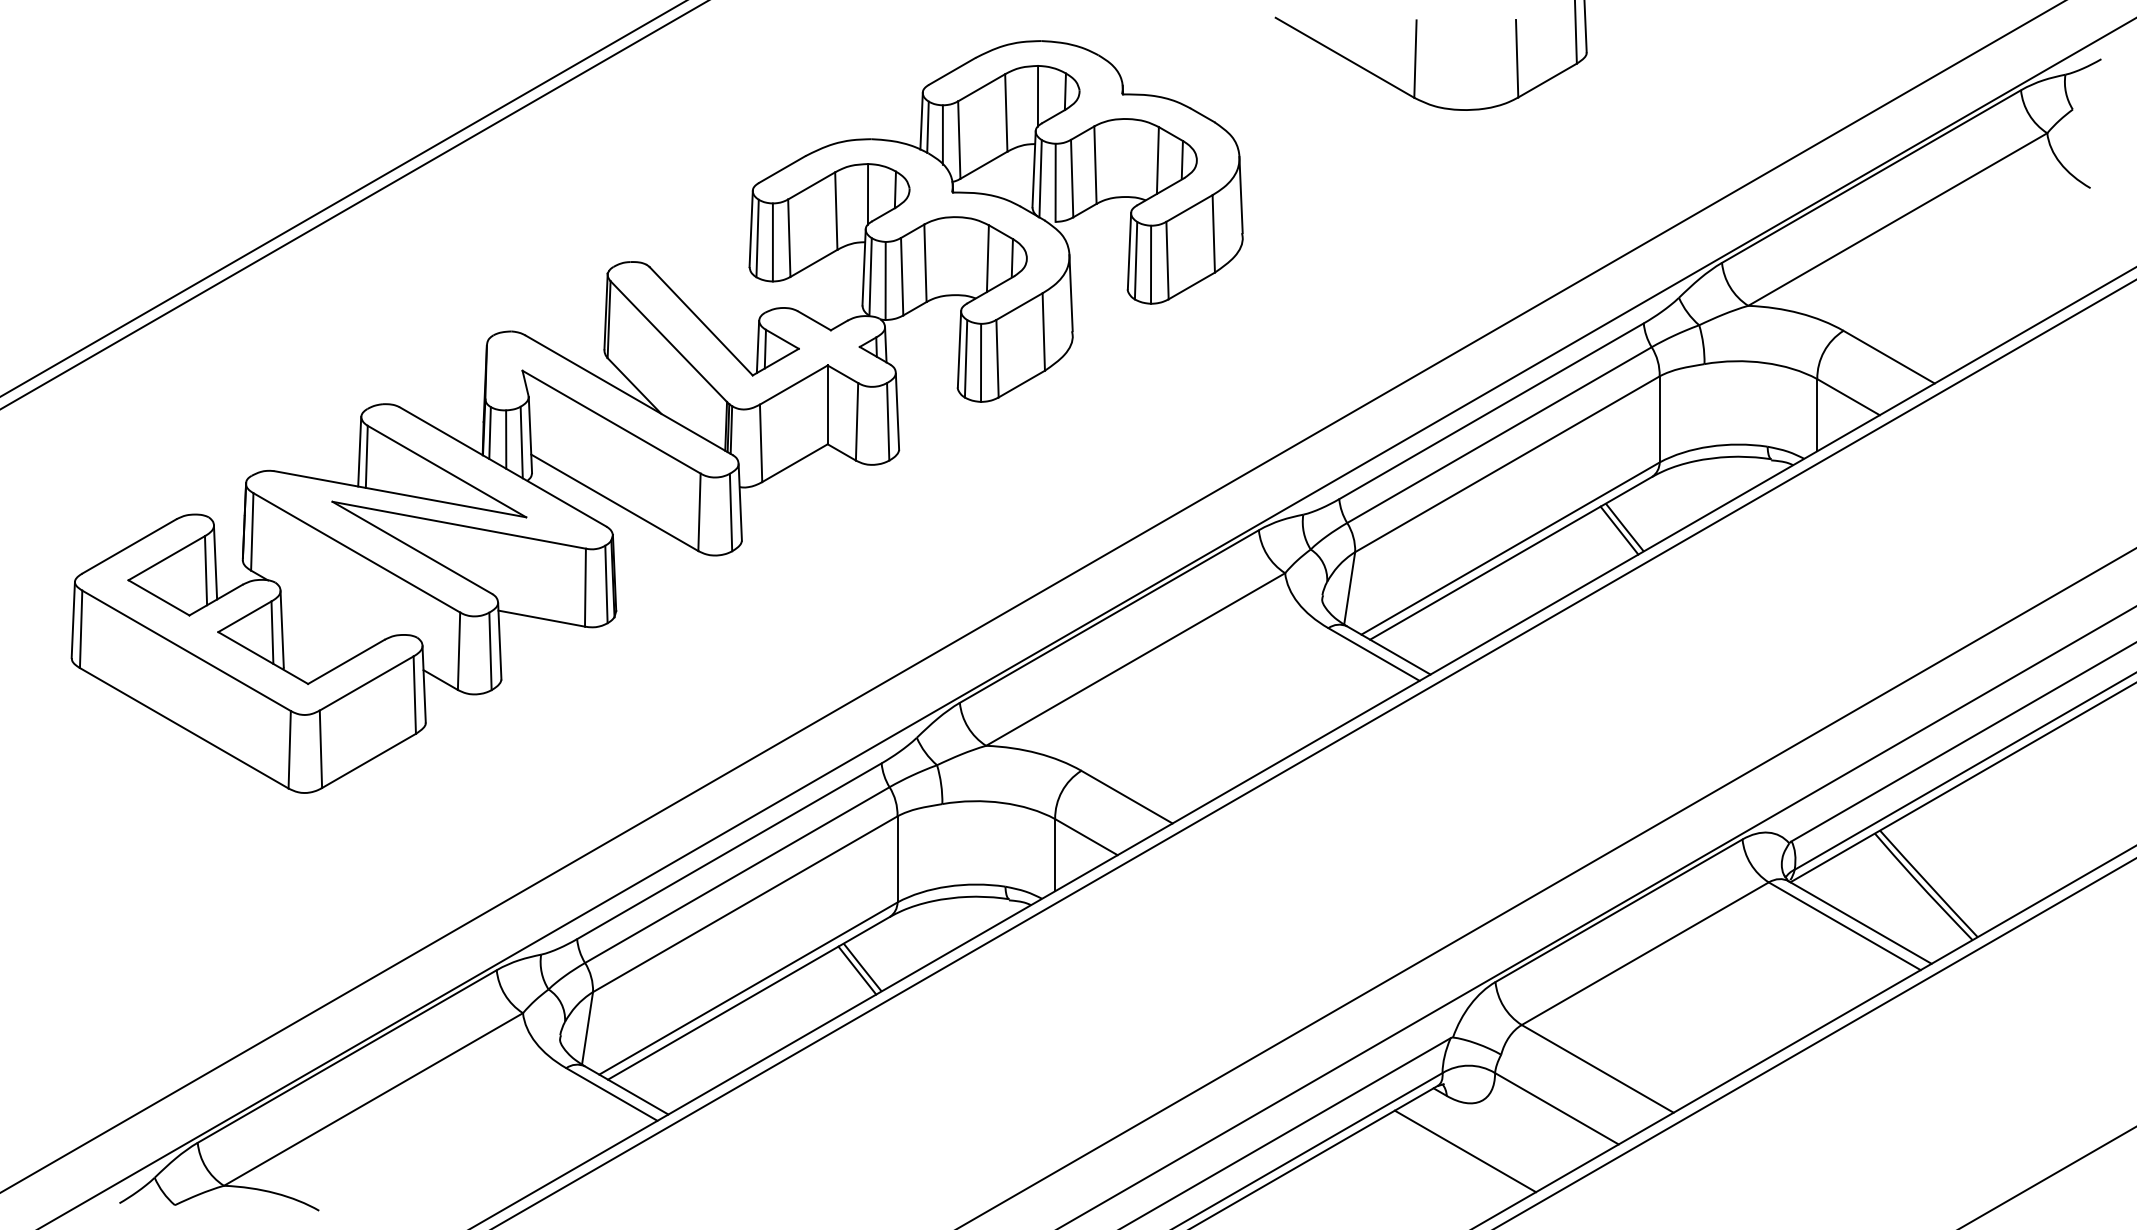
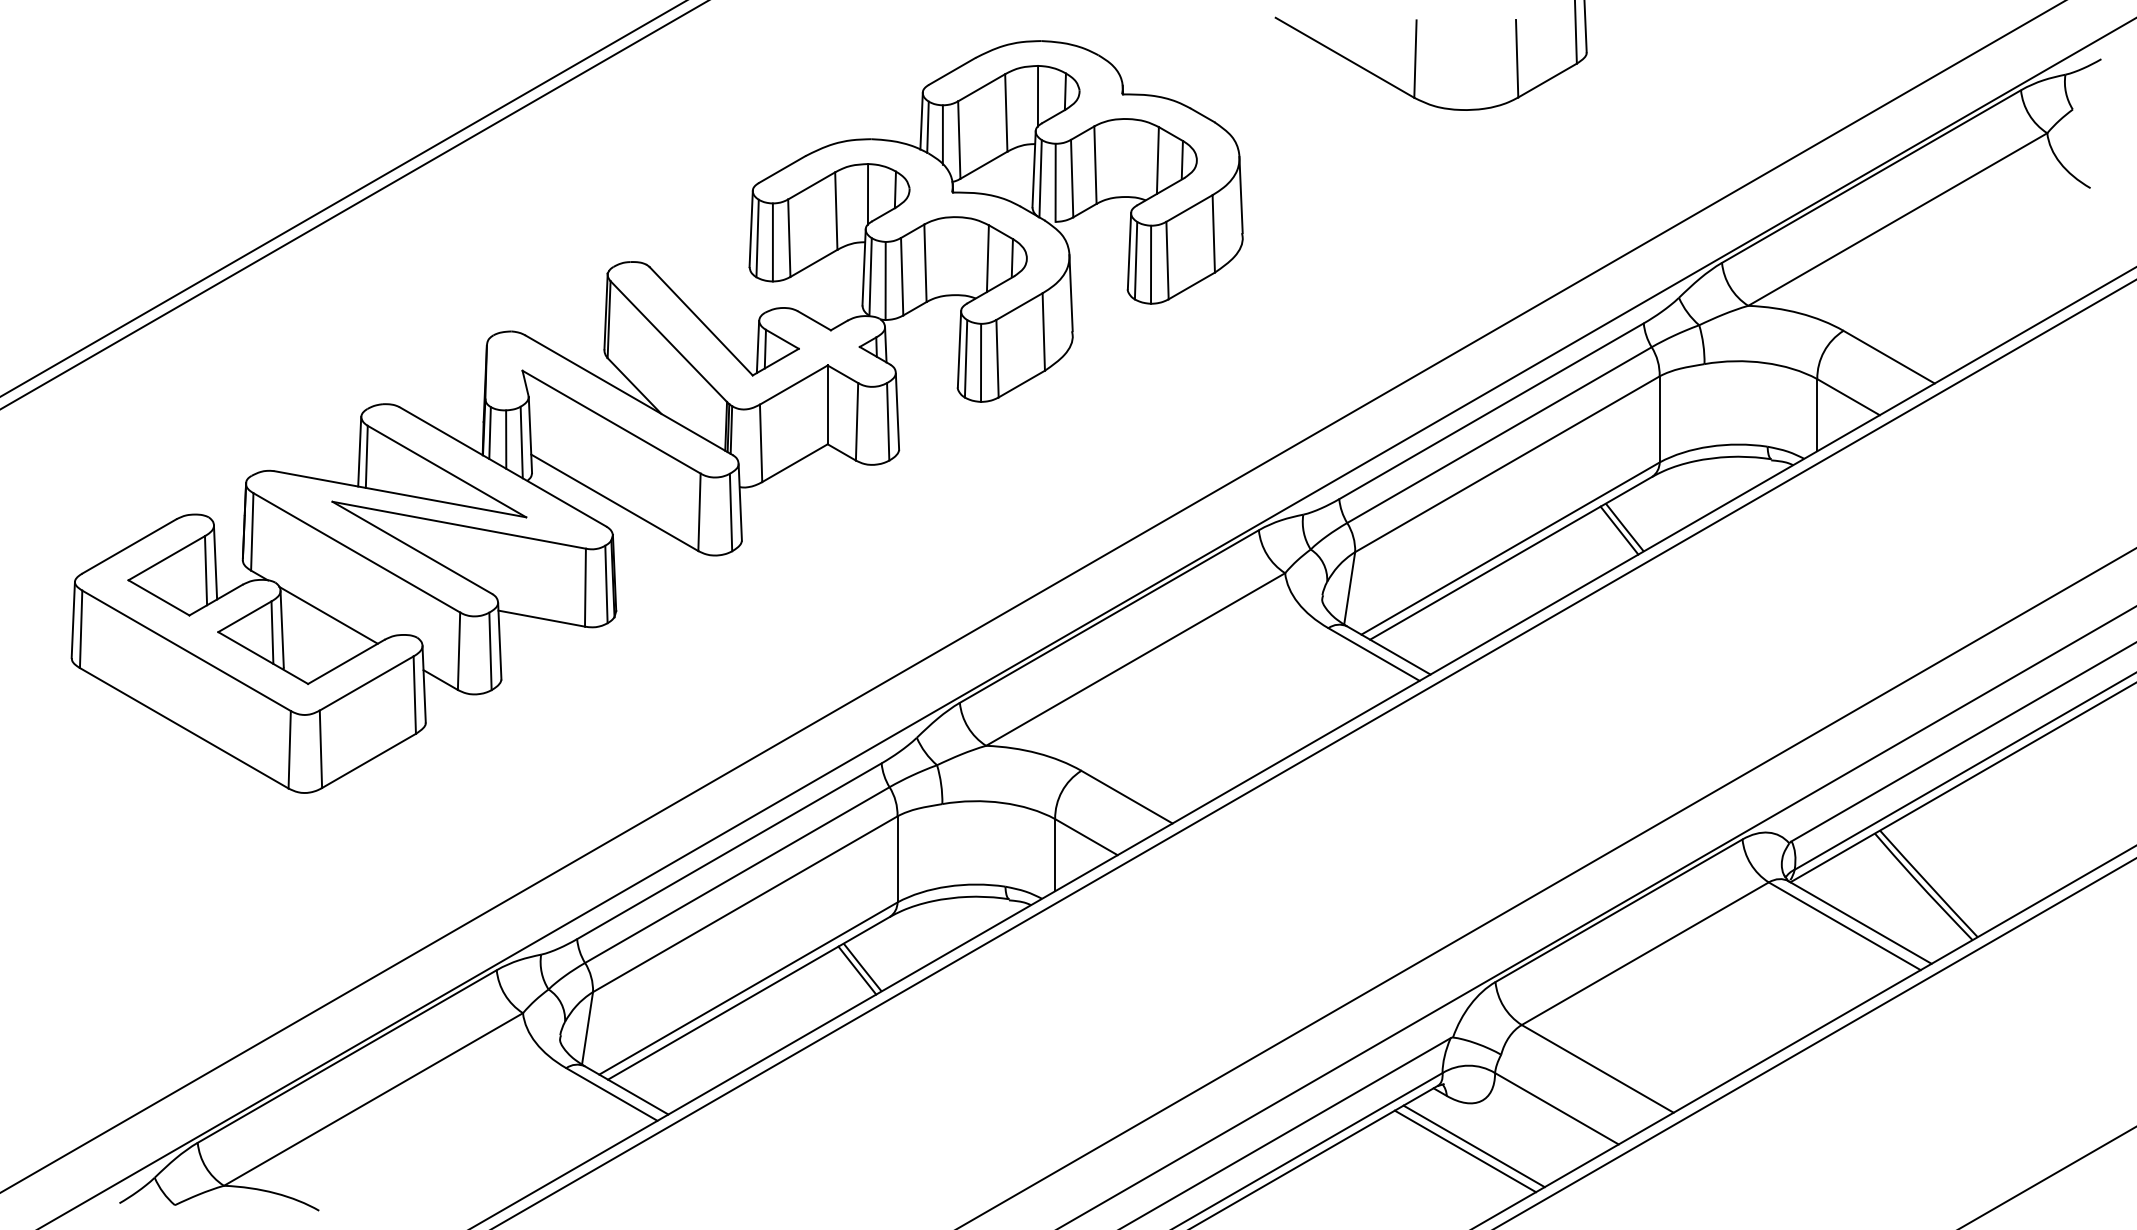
line at (328, 614): none -> present
line at (1473, 1146): none -> present
